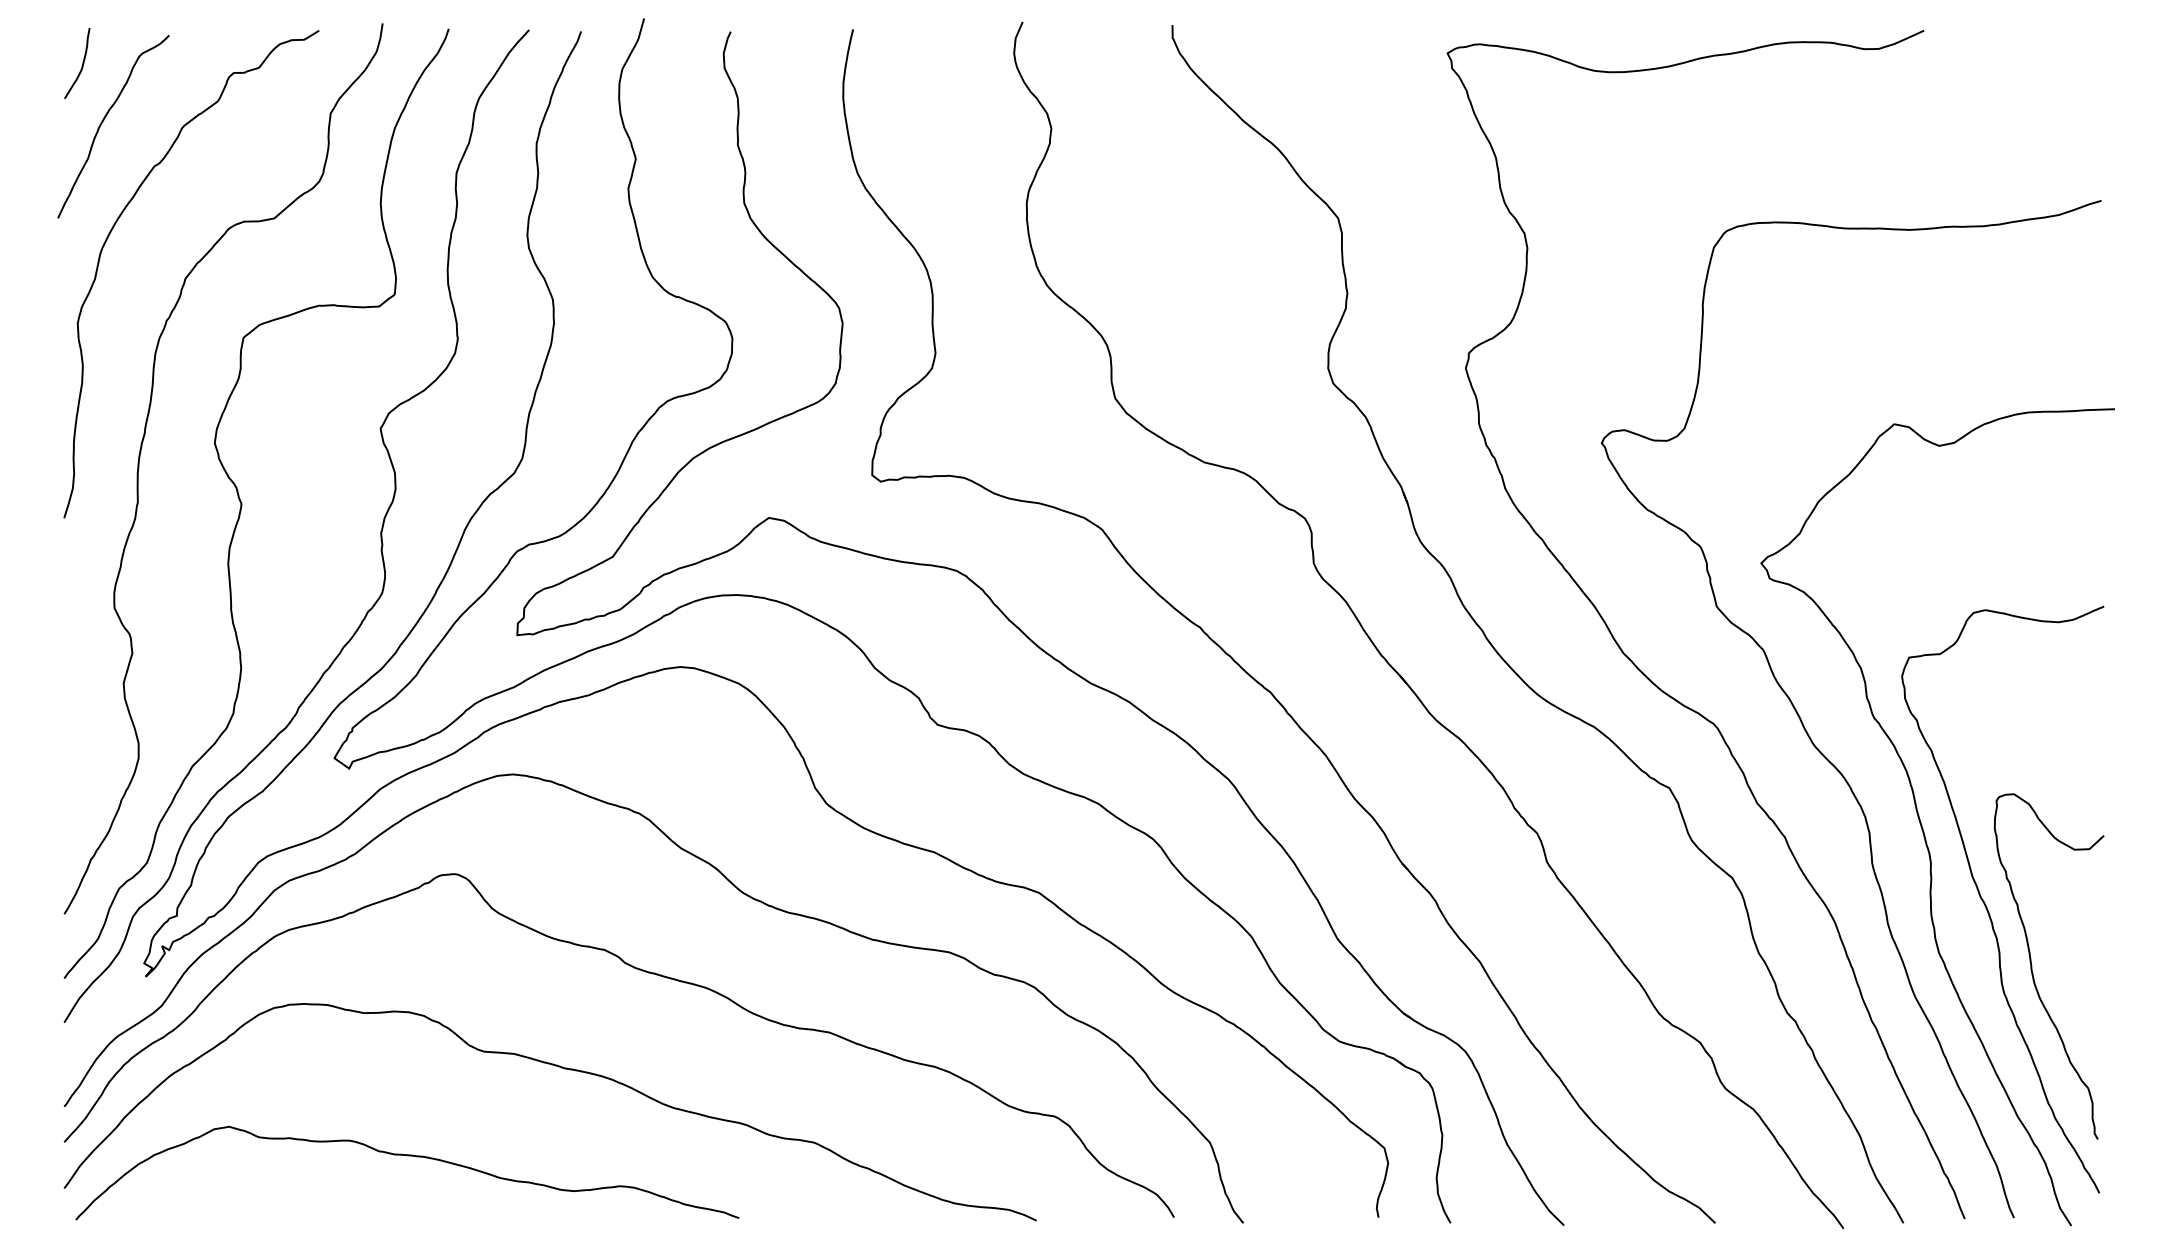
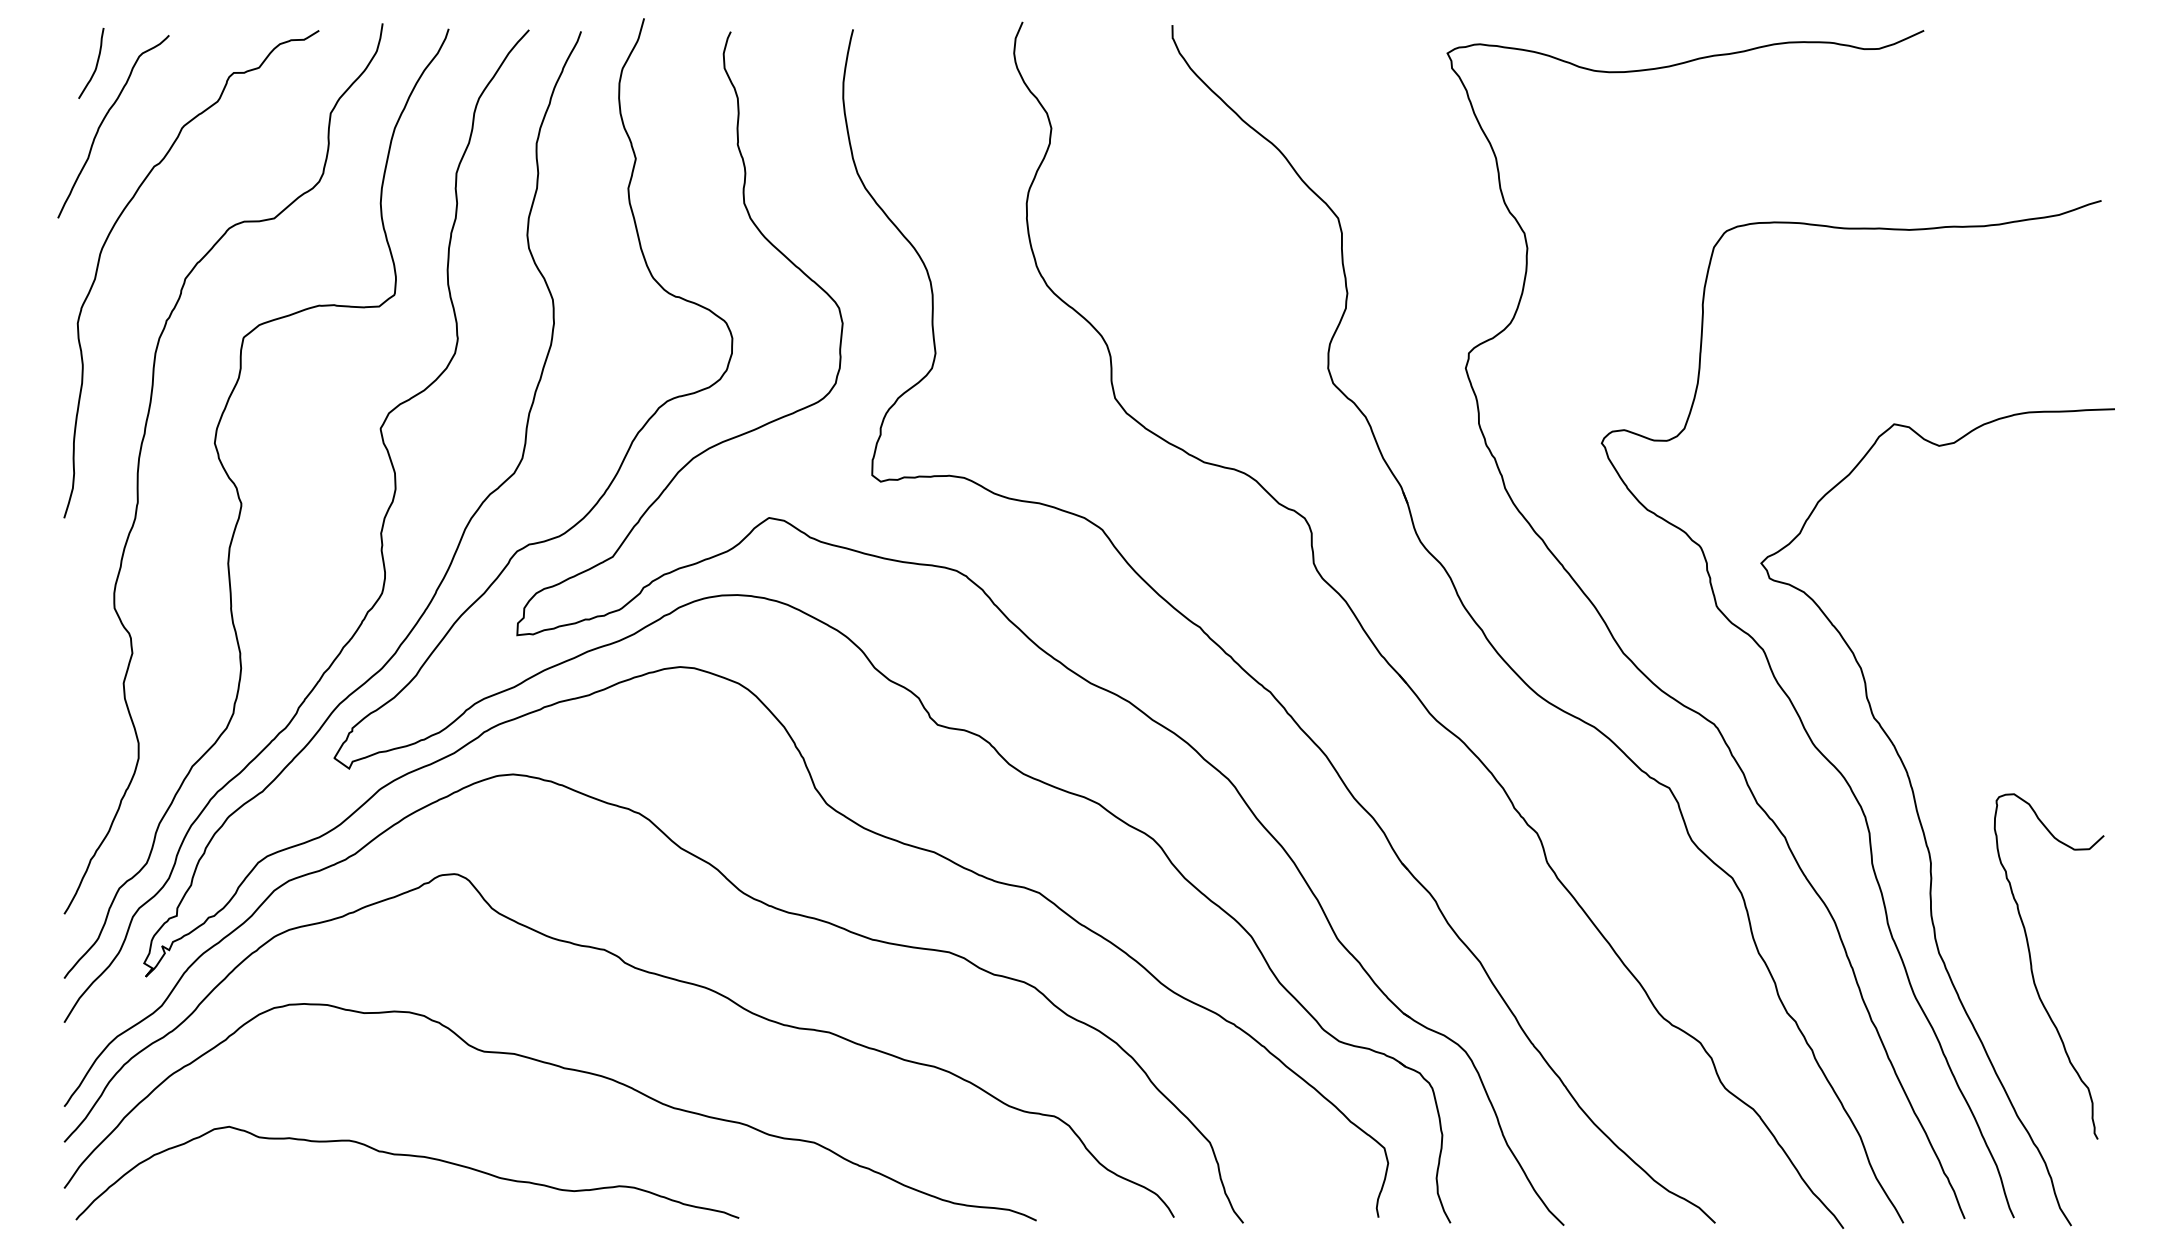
curve at (81, 65) position: (81, 65) -> (95, 65)
curve at (1987, 907): present -> none
